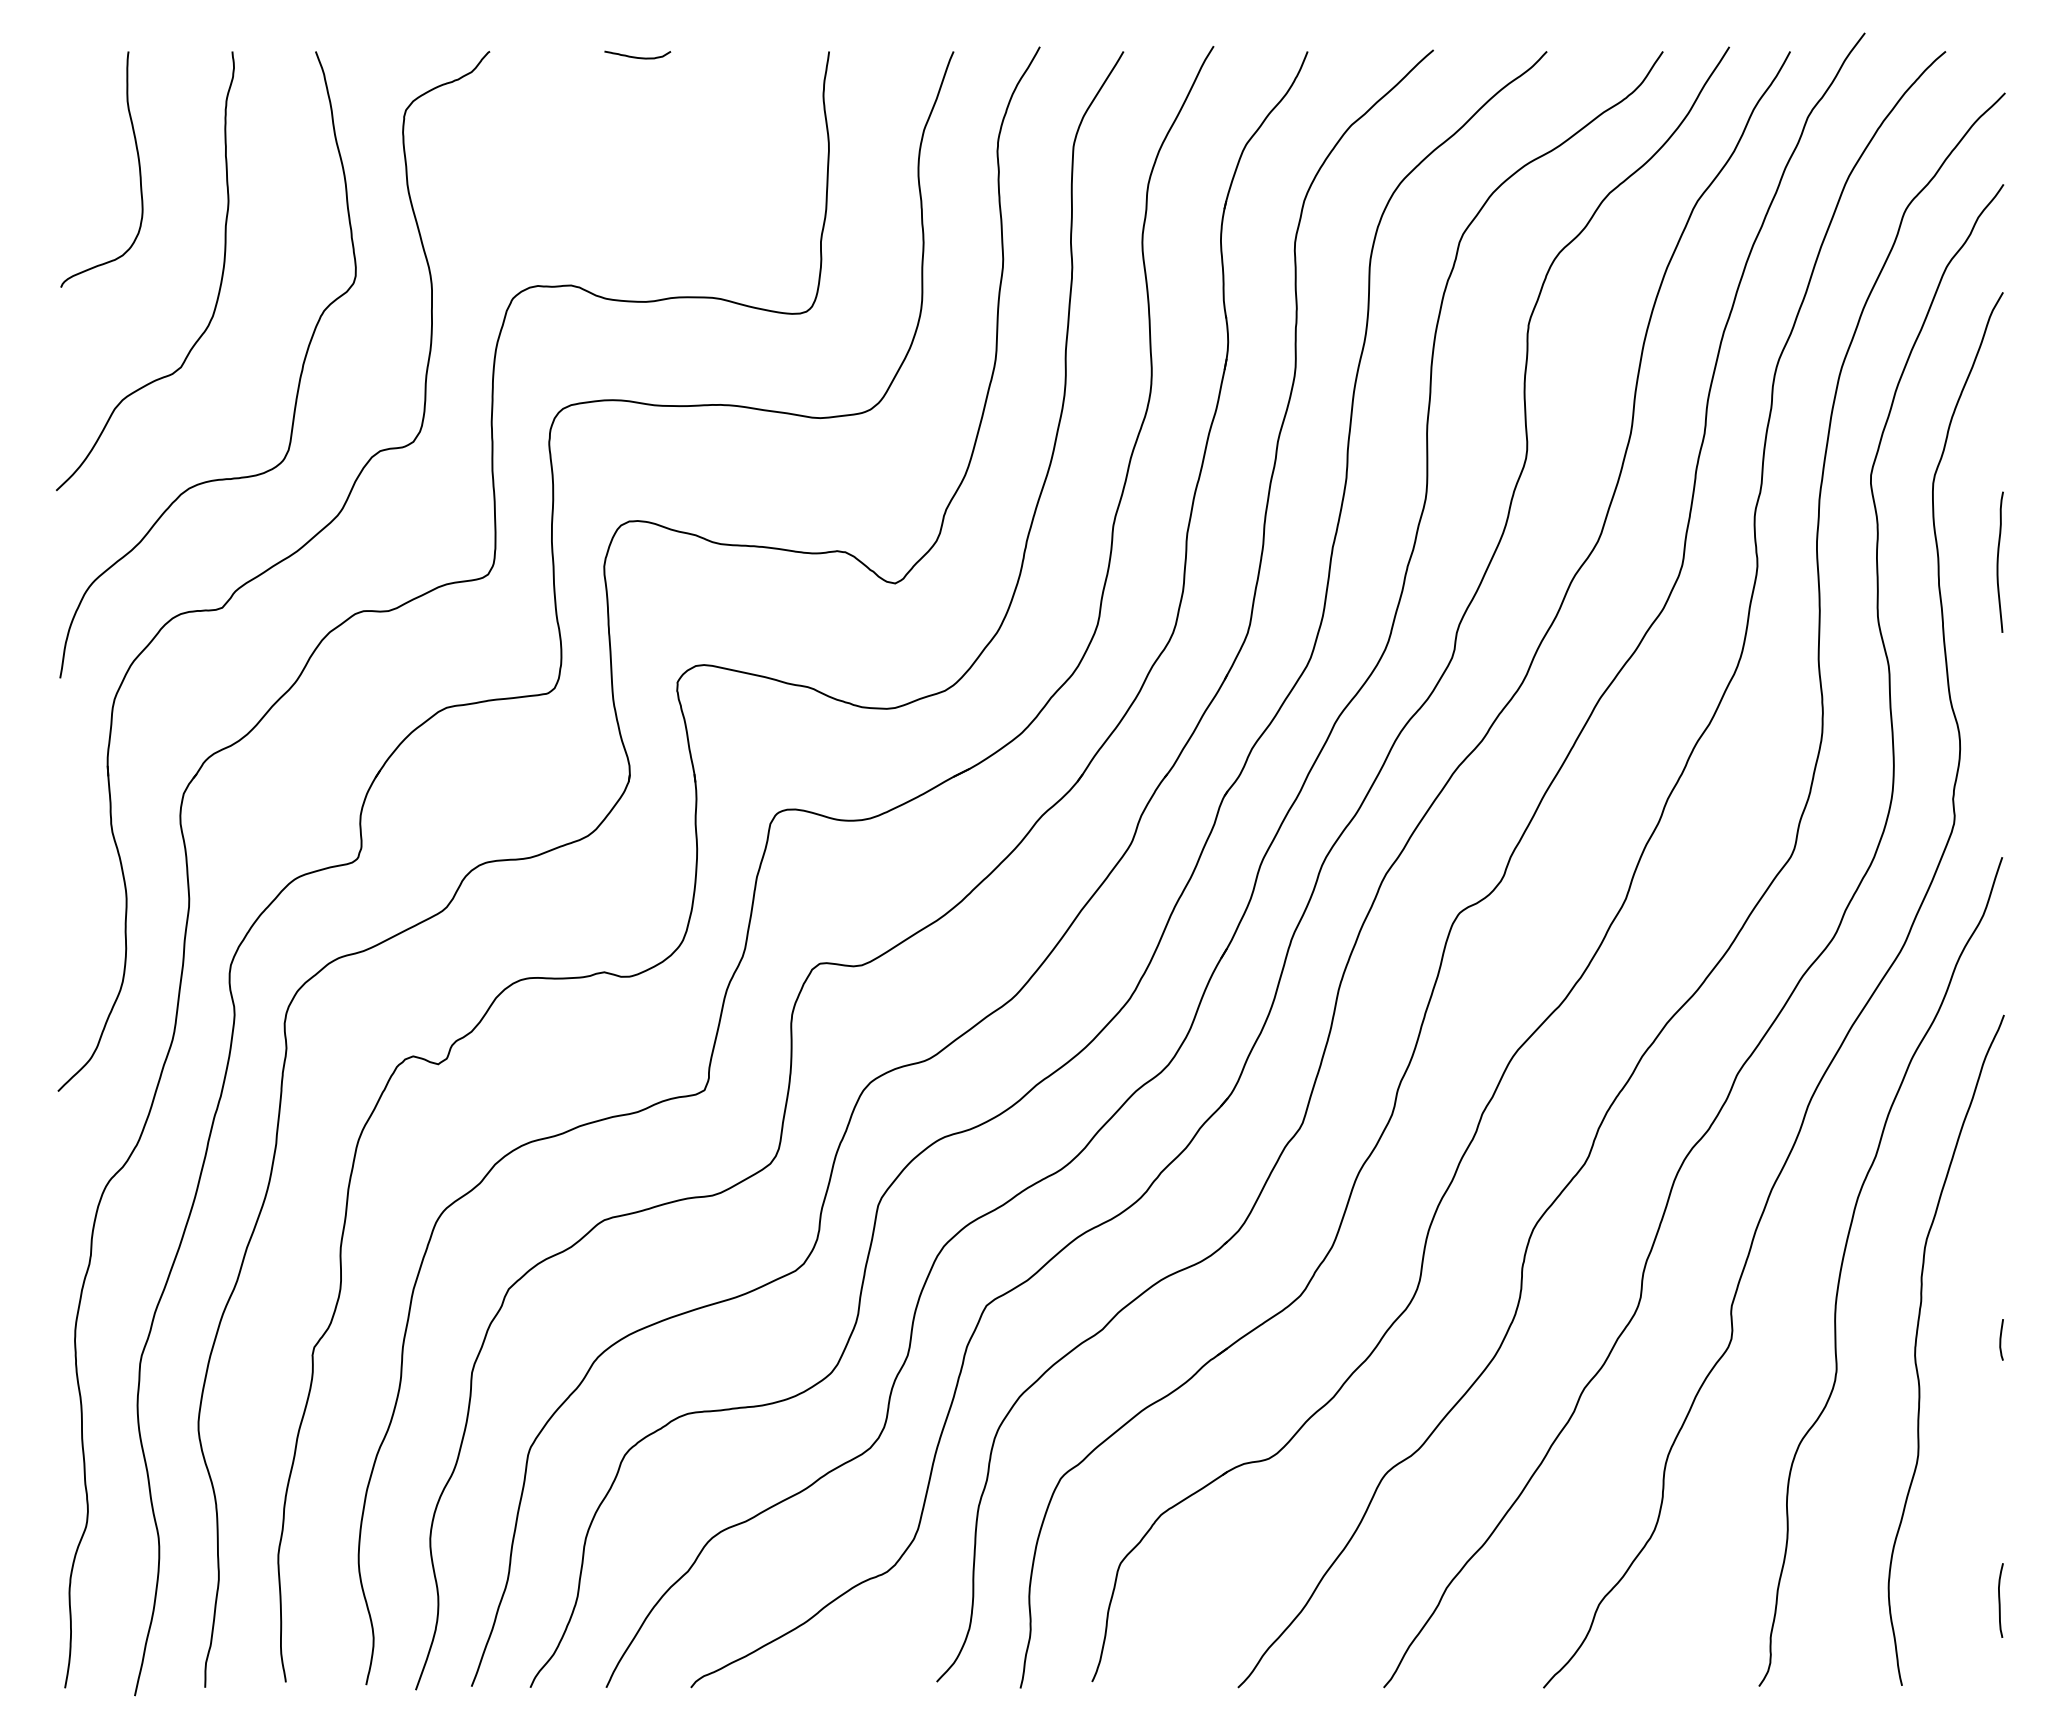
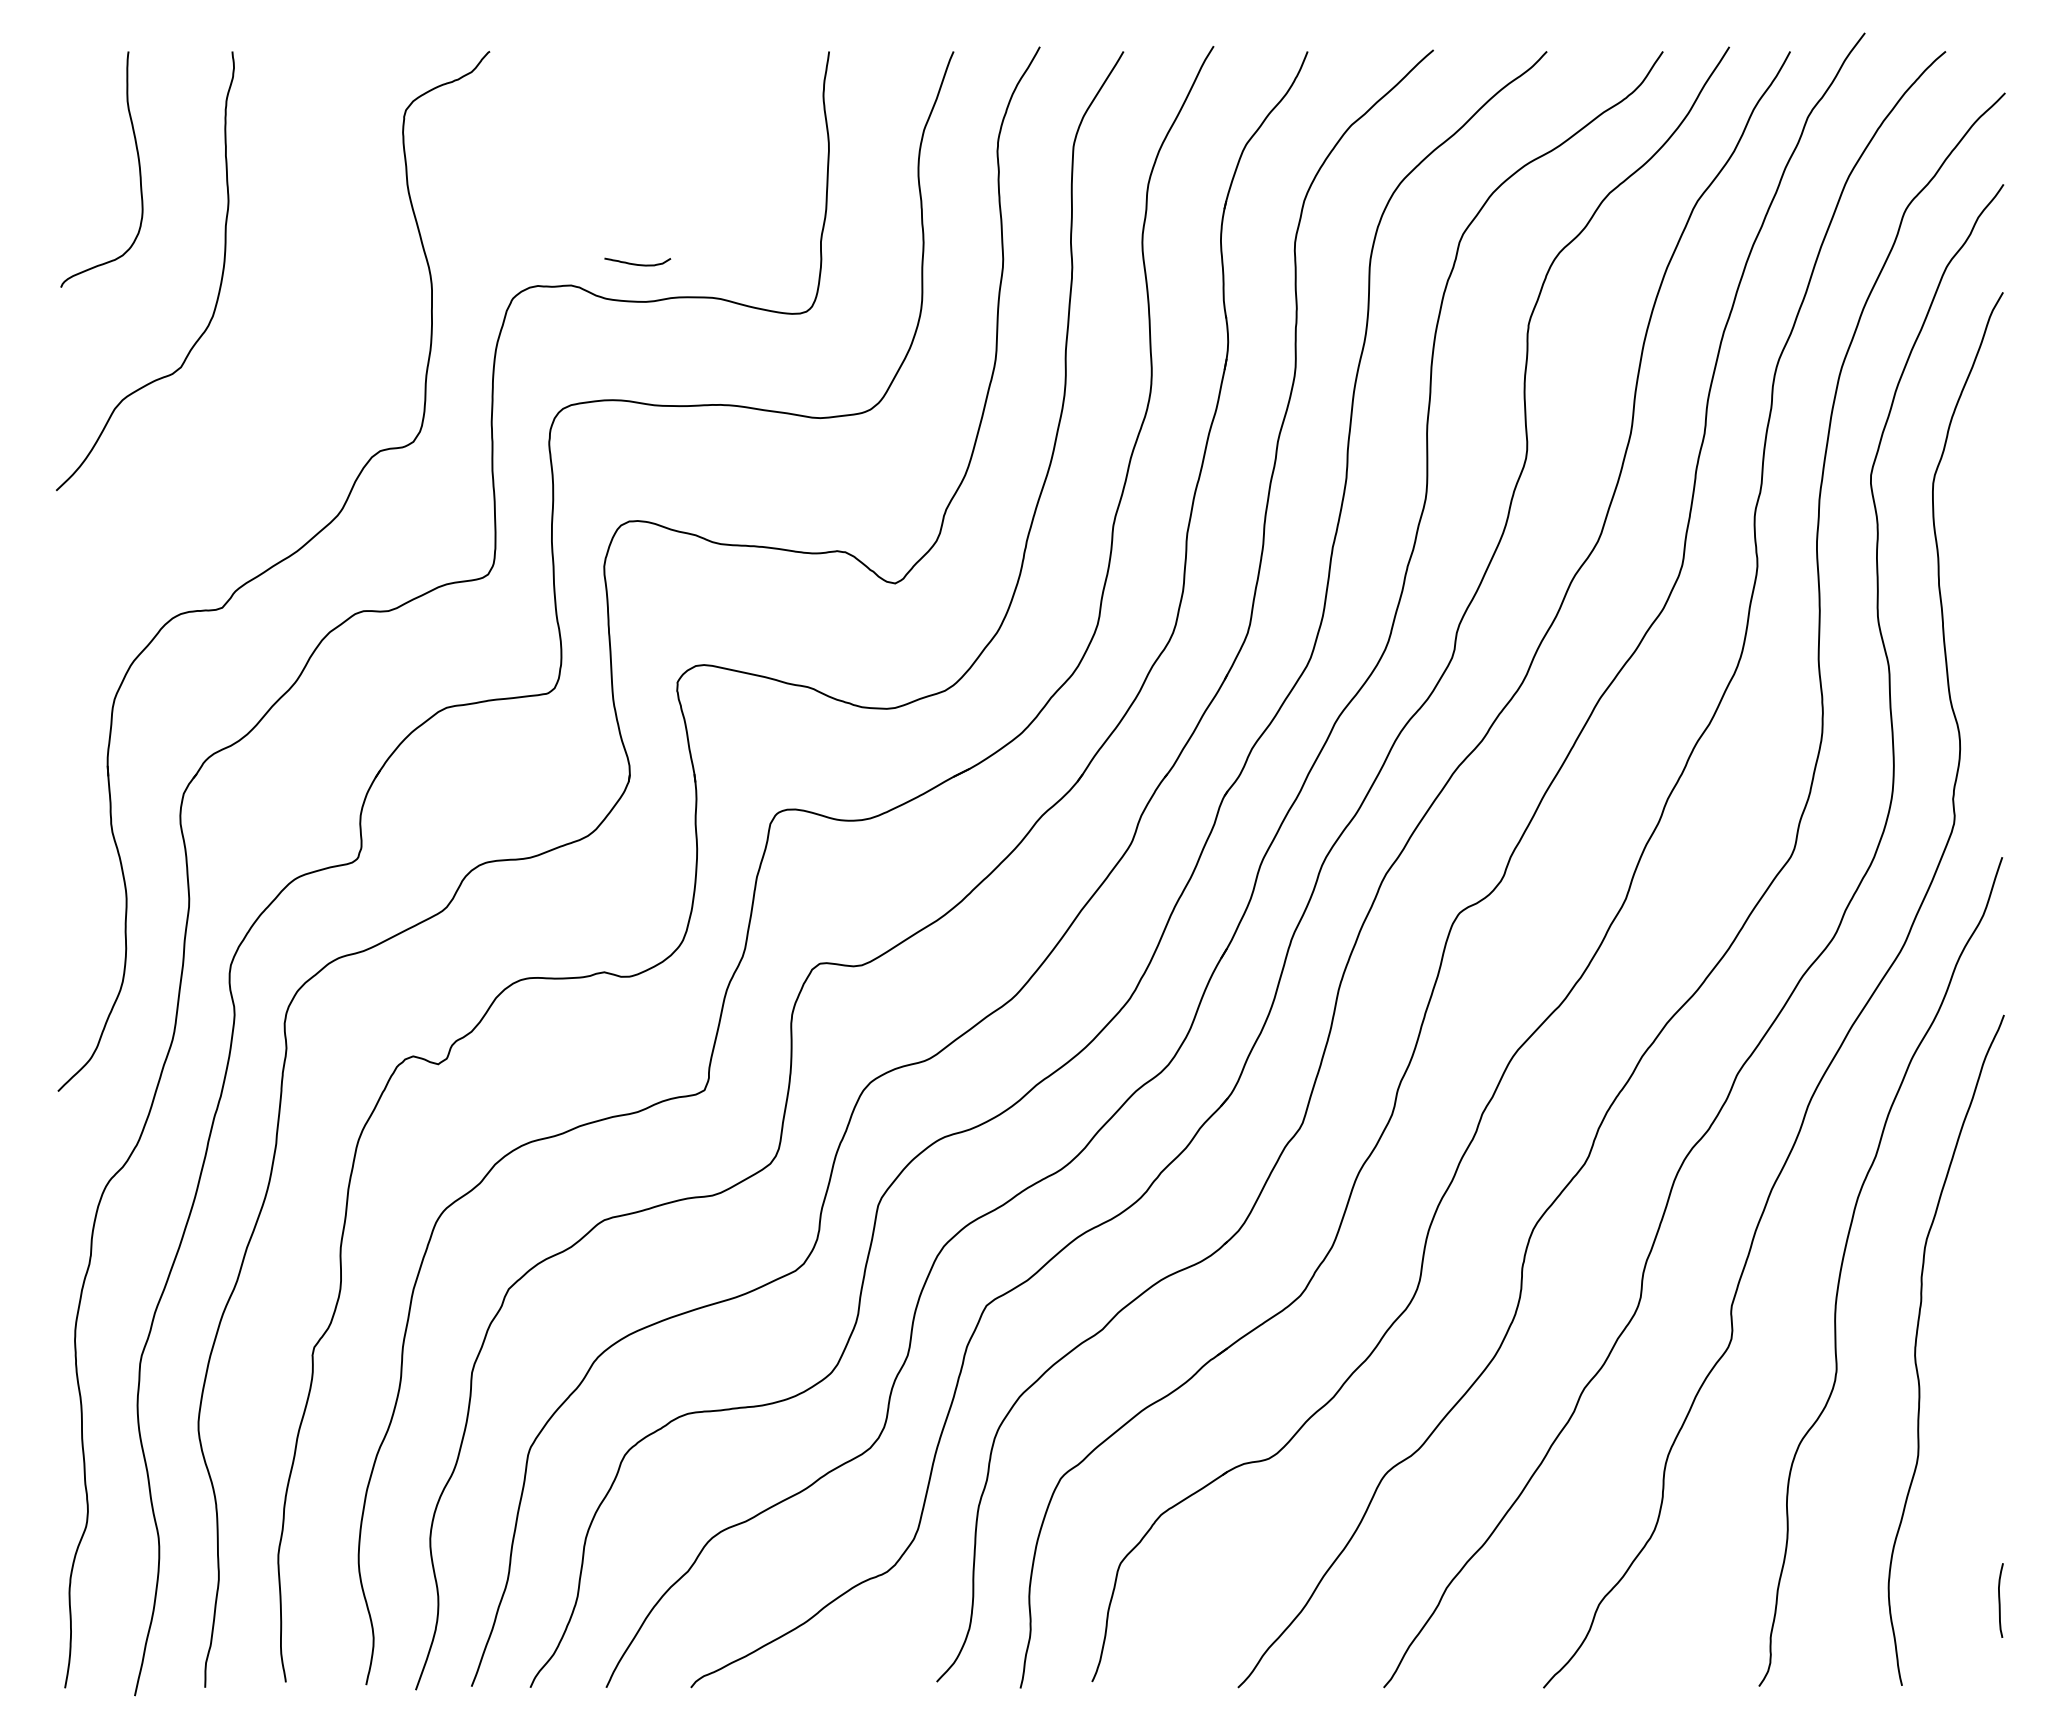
curve at (636, 56) position: (636, 56) -> (636, 263)
curve at (298, 381): present -> none
curve at (1998, 561): present -> none
curve at (2001, 1339): present -> none
